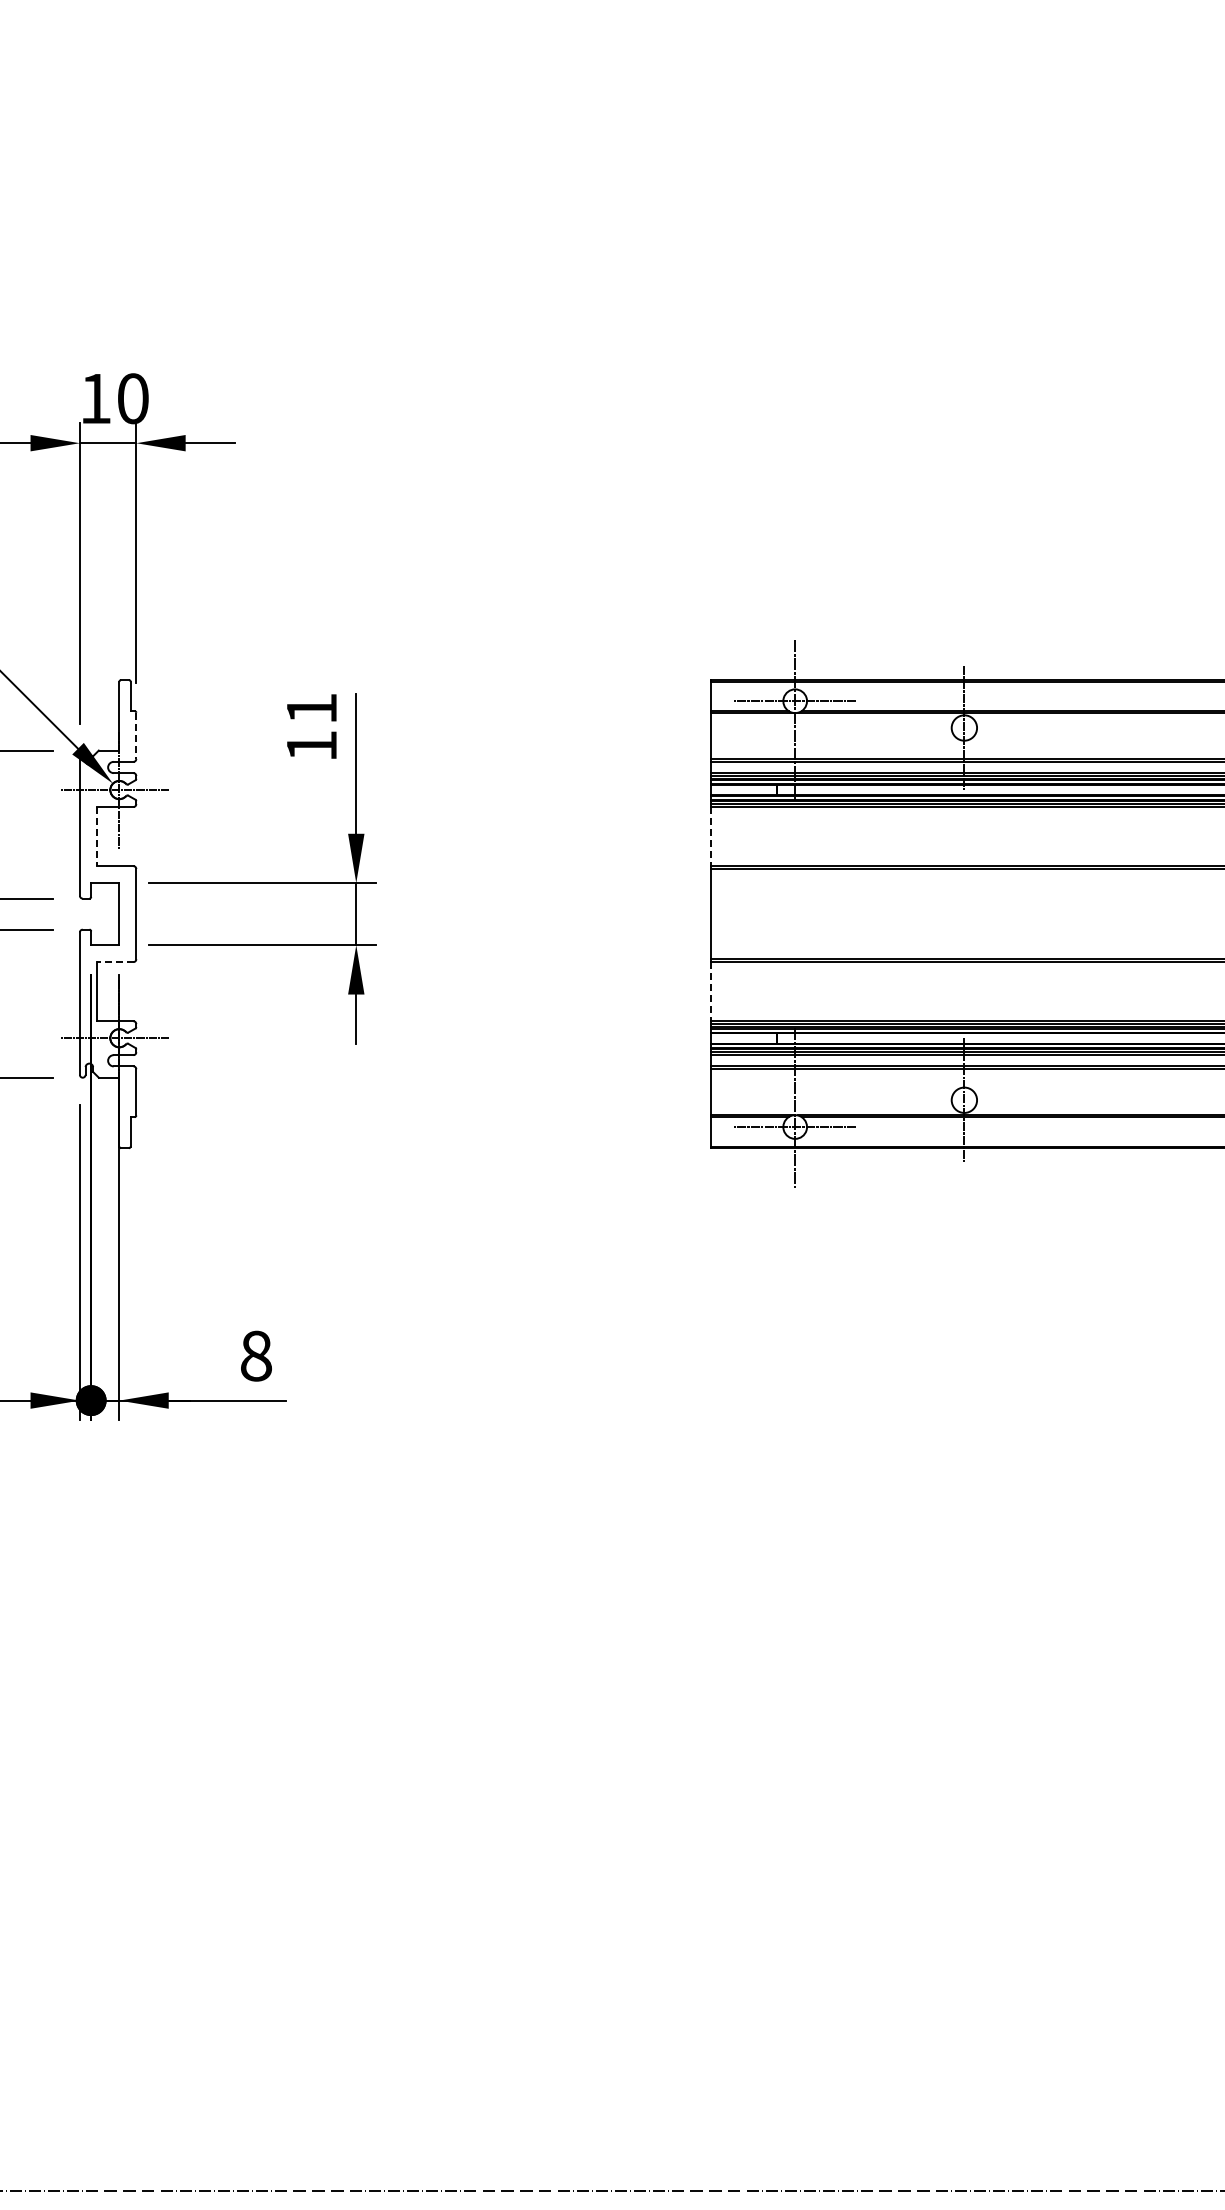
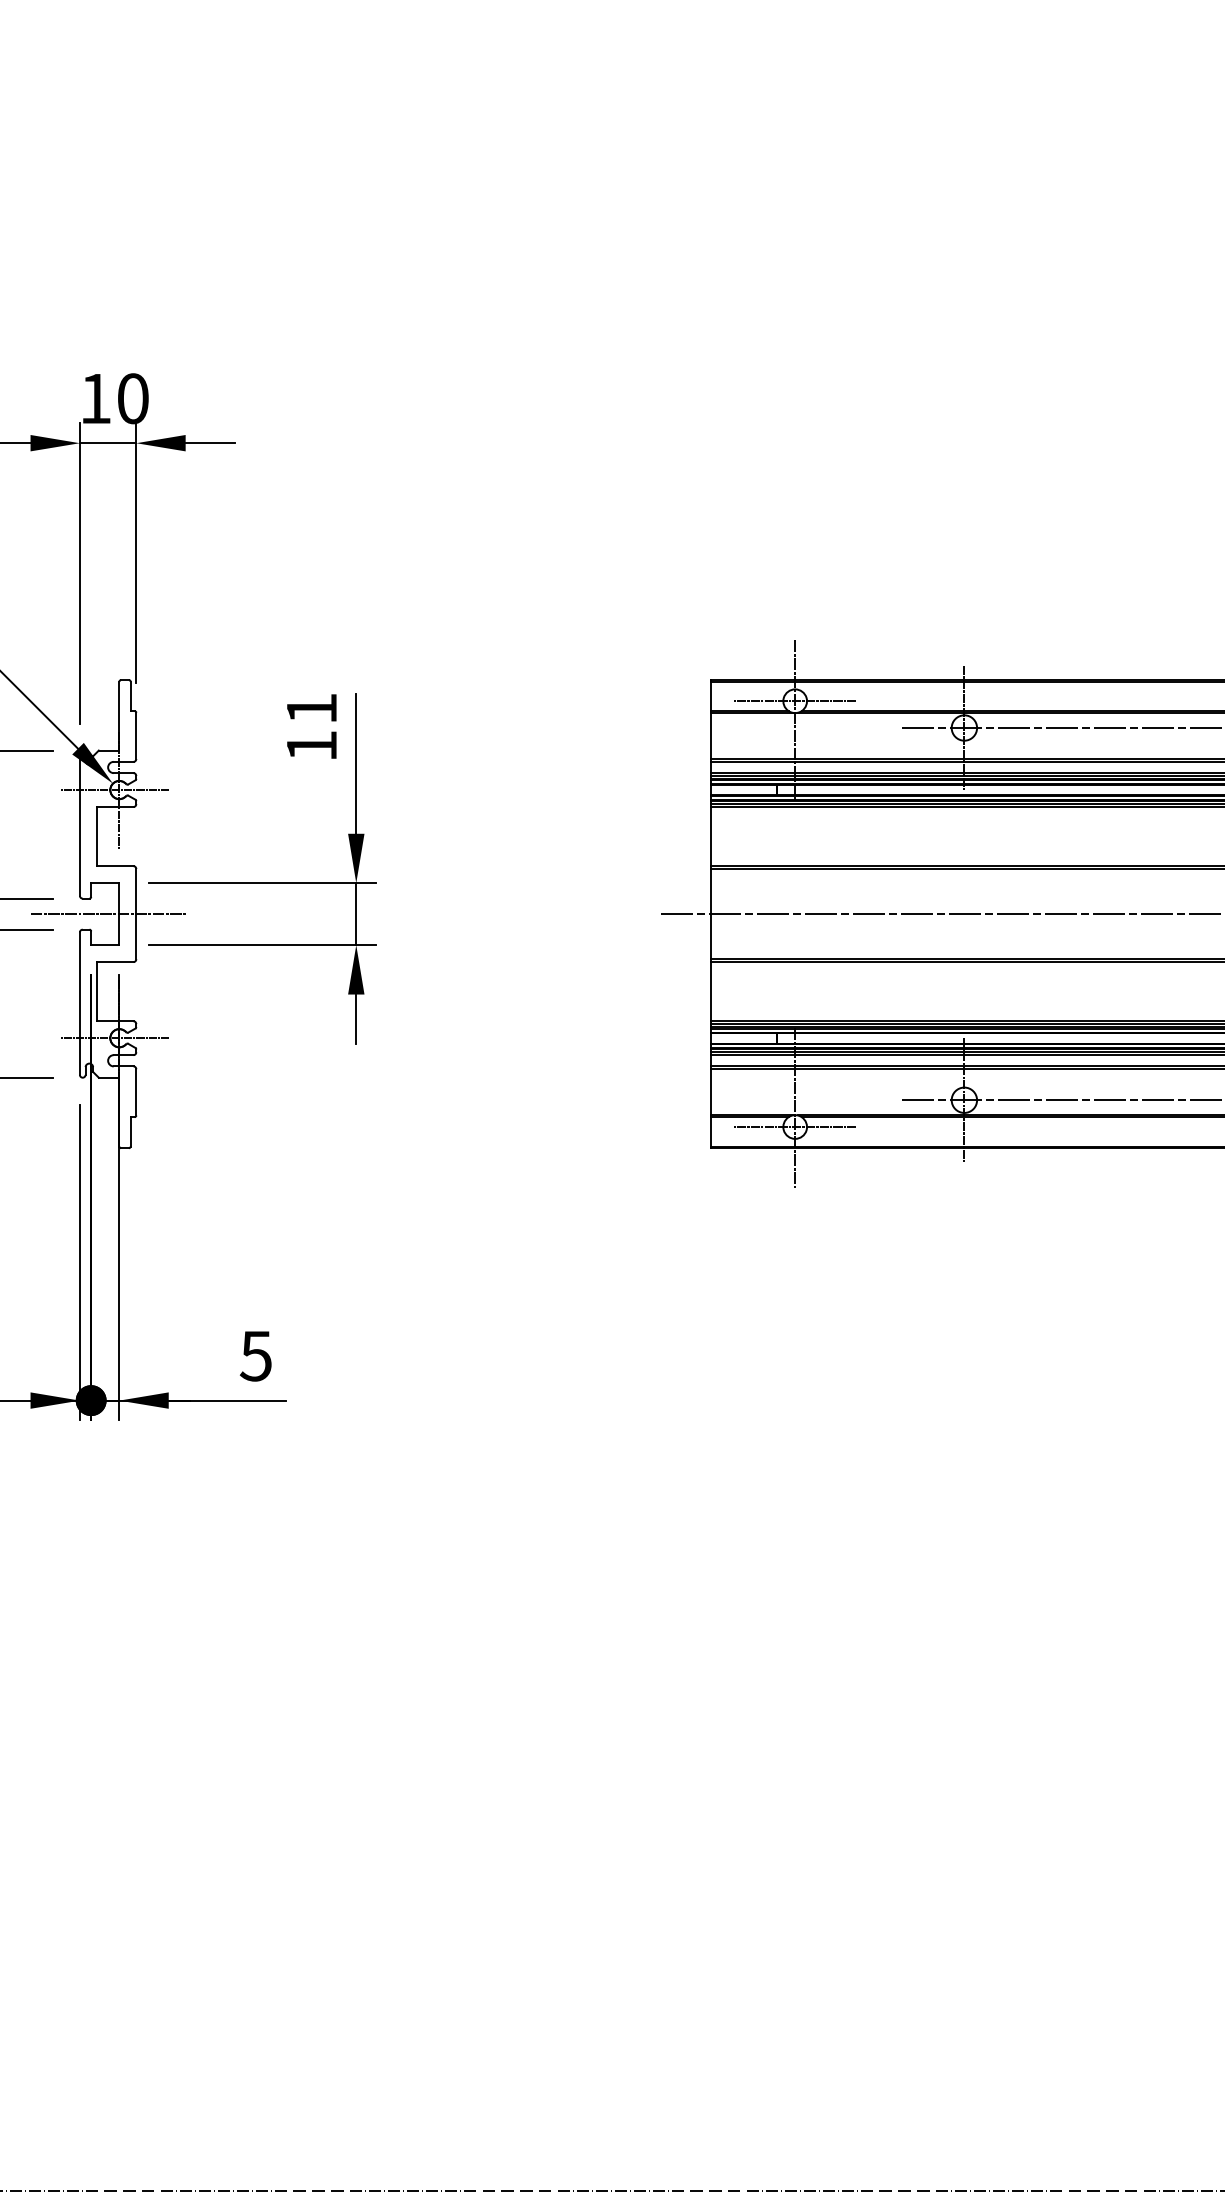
line at (1061, 728): none -> present
line at (136, 736): dashed -> solid
line at (96, 836): dashed -> solid
line at (710, 836): dashed -> solid
line at (107, 914): none -> present
line at (941, 914): none -> present
line at (114, 962): dashed -> solid
line at (710, 991): dashed -> solid
line at (1061, 1100): none -> present
text at (255, 1355): 8 -> 5
